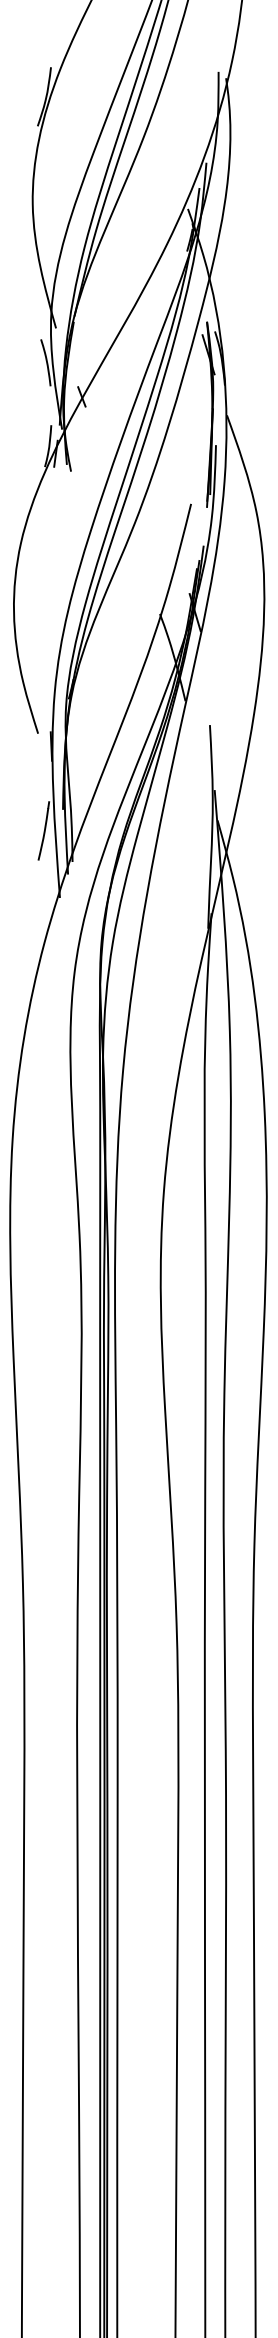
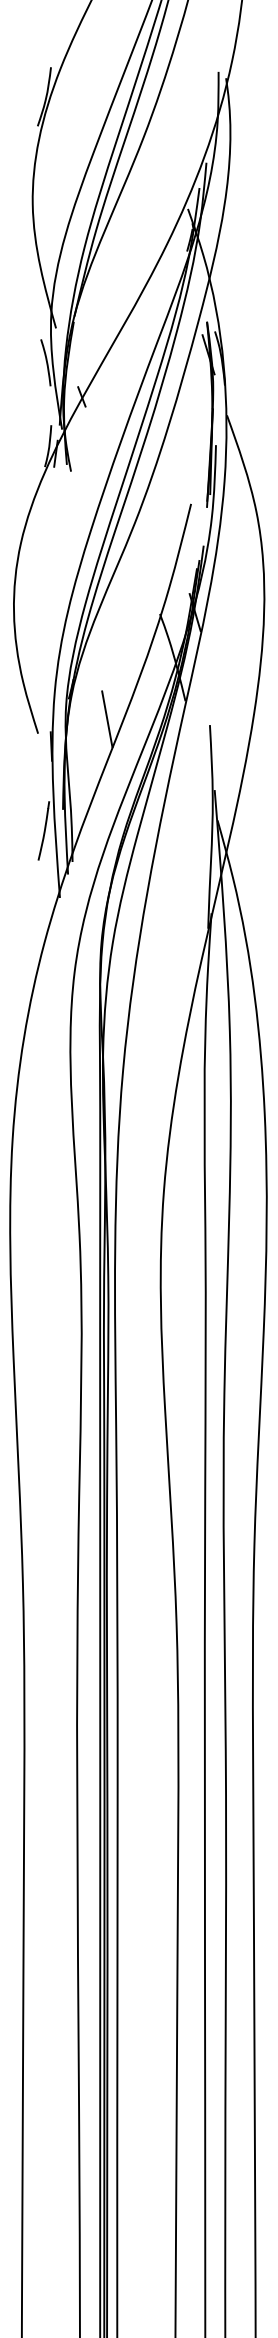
line at (107, 719): none -> present
